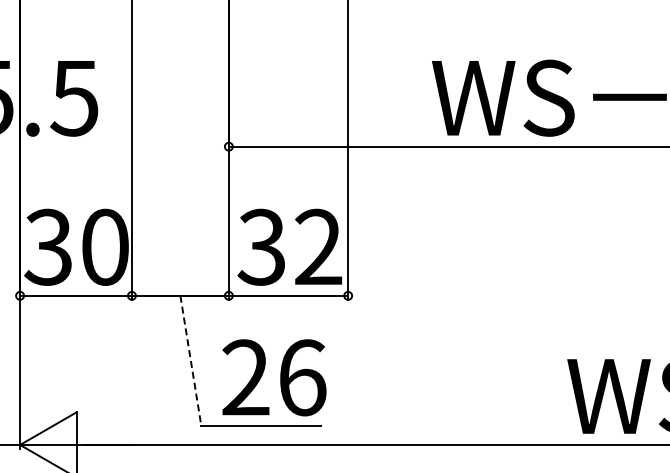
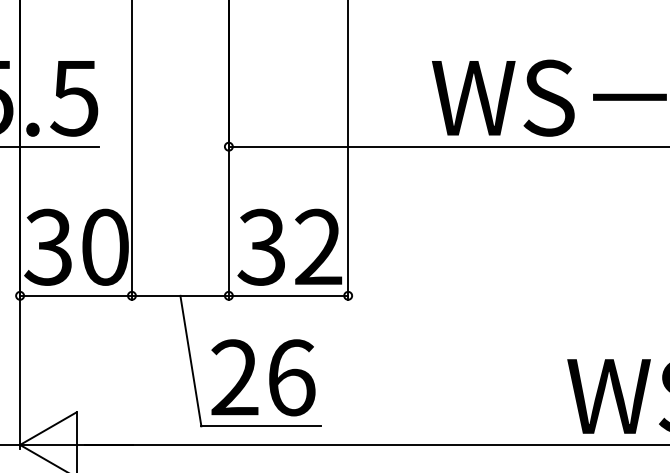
line at (50, 146): none -> present
line at (190, 361): dashed -> solid
text at (274, 377) position: (274, 377) -> (263, 377)
